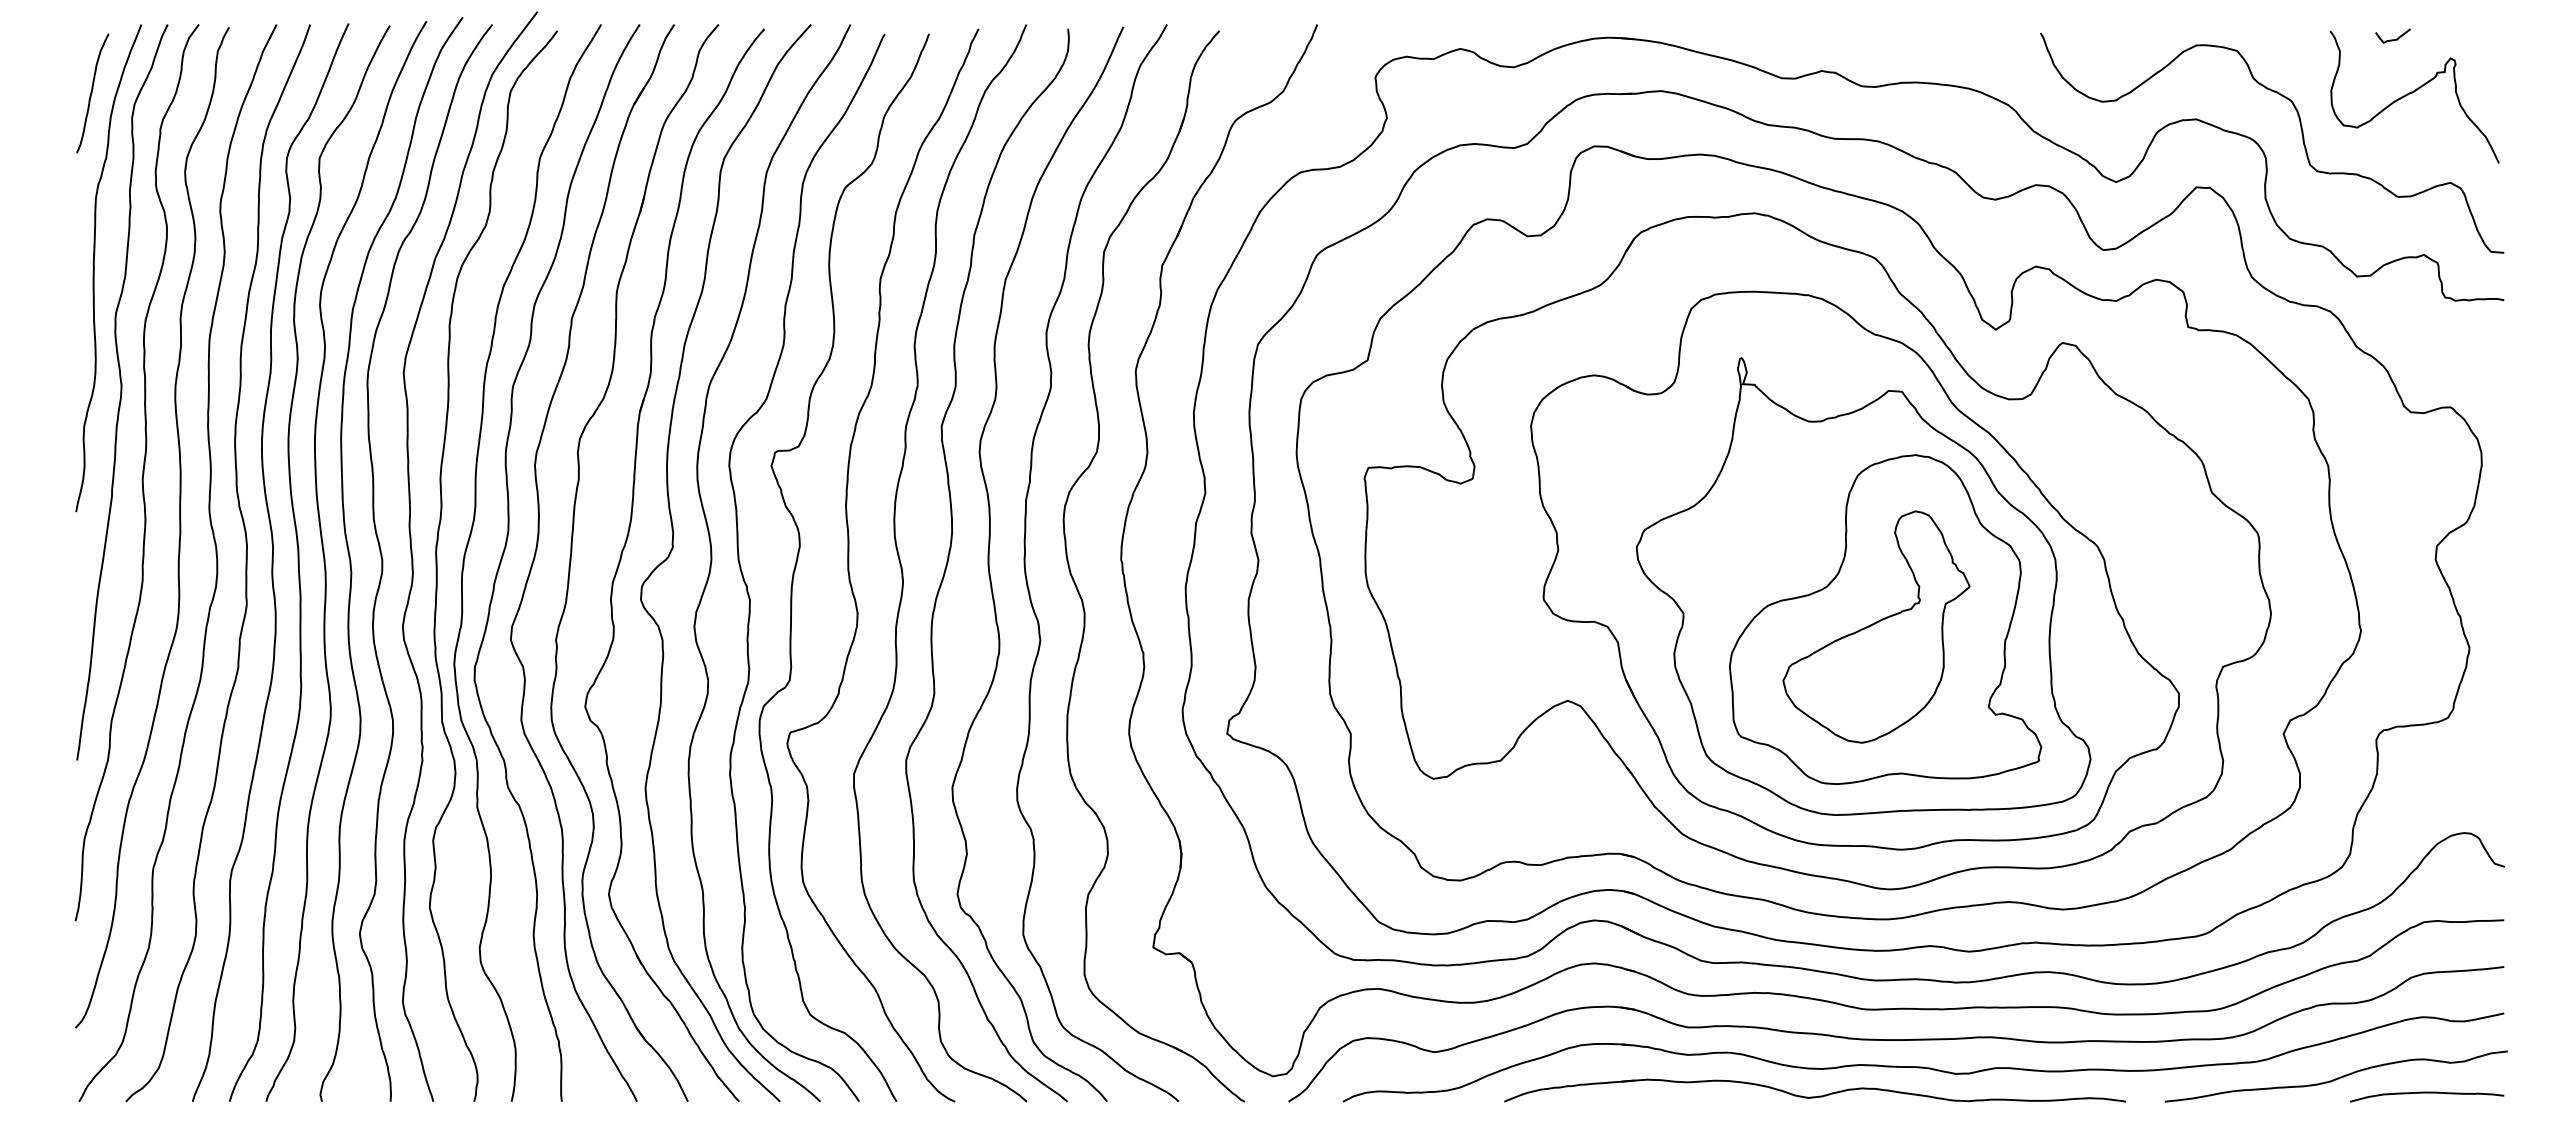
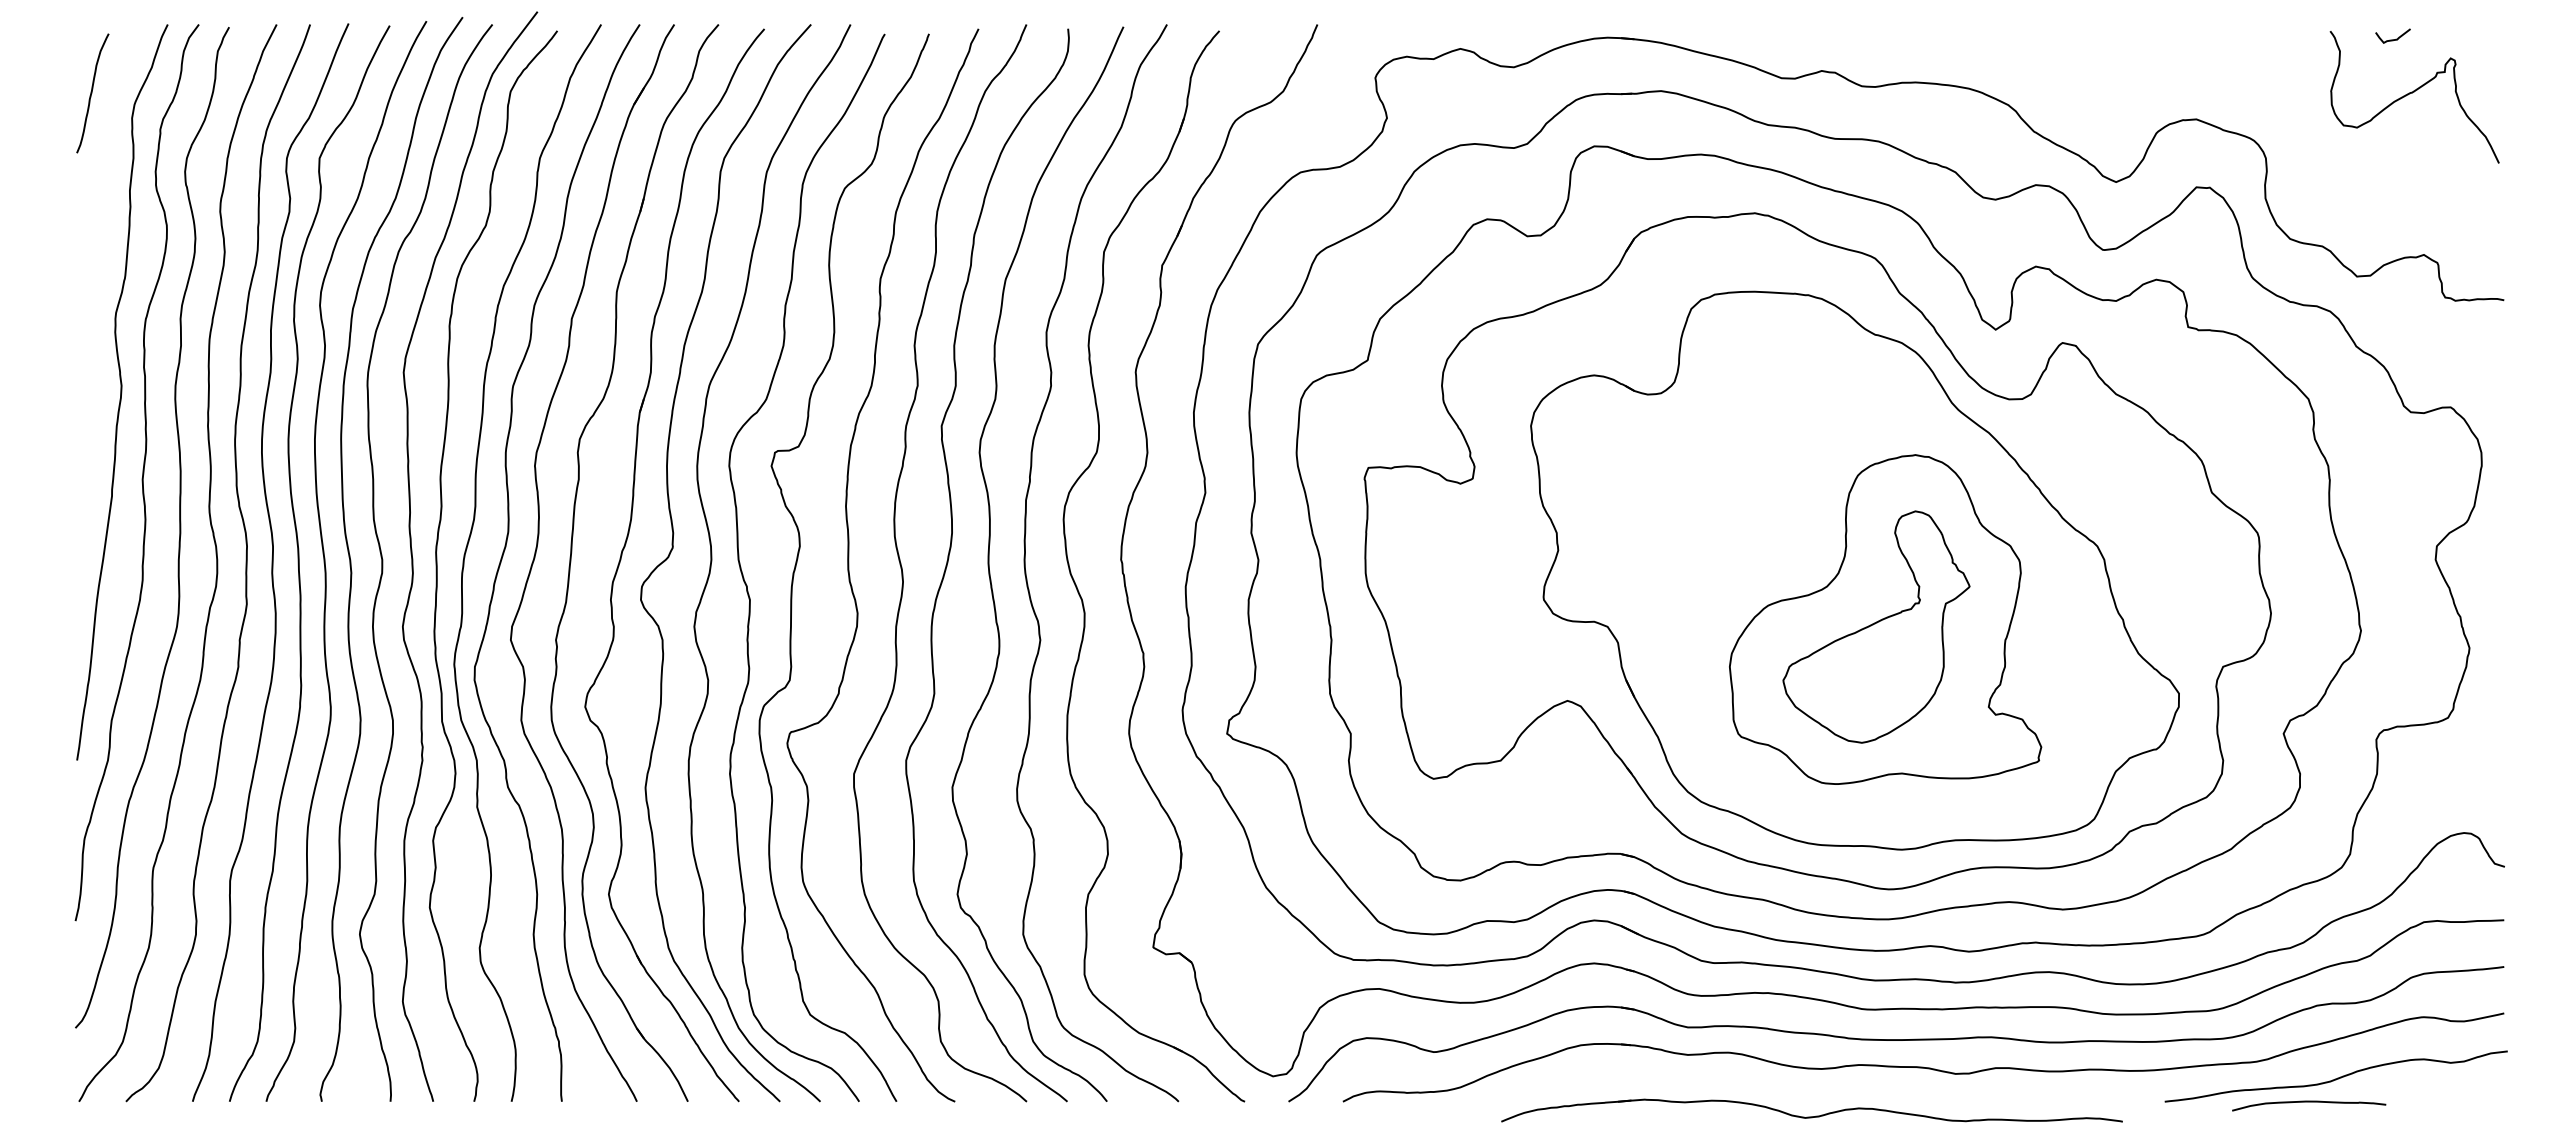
curve at (2302, 141): present -> none
curve at (94, 268): present -> none
part at (1863, 586): present -> none
part at (1814, 1090) position: (1814, 1090) -> (1811, 1110)
curve at (2427, 1093) position: (2427, 1093) -> (2309, 1102)
